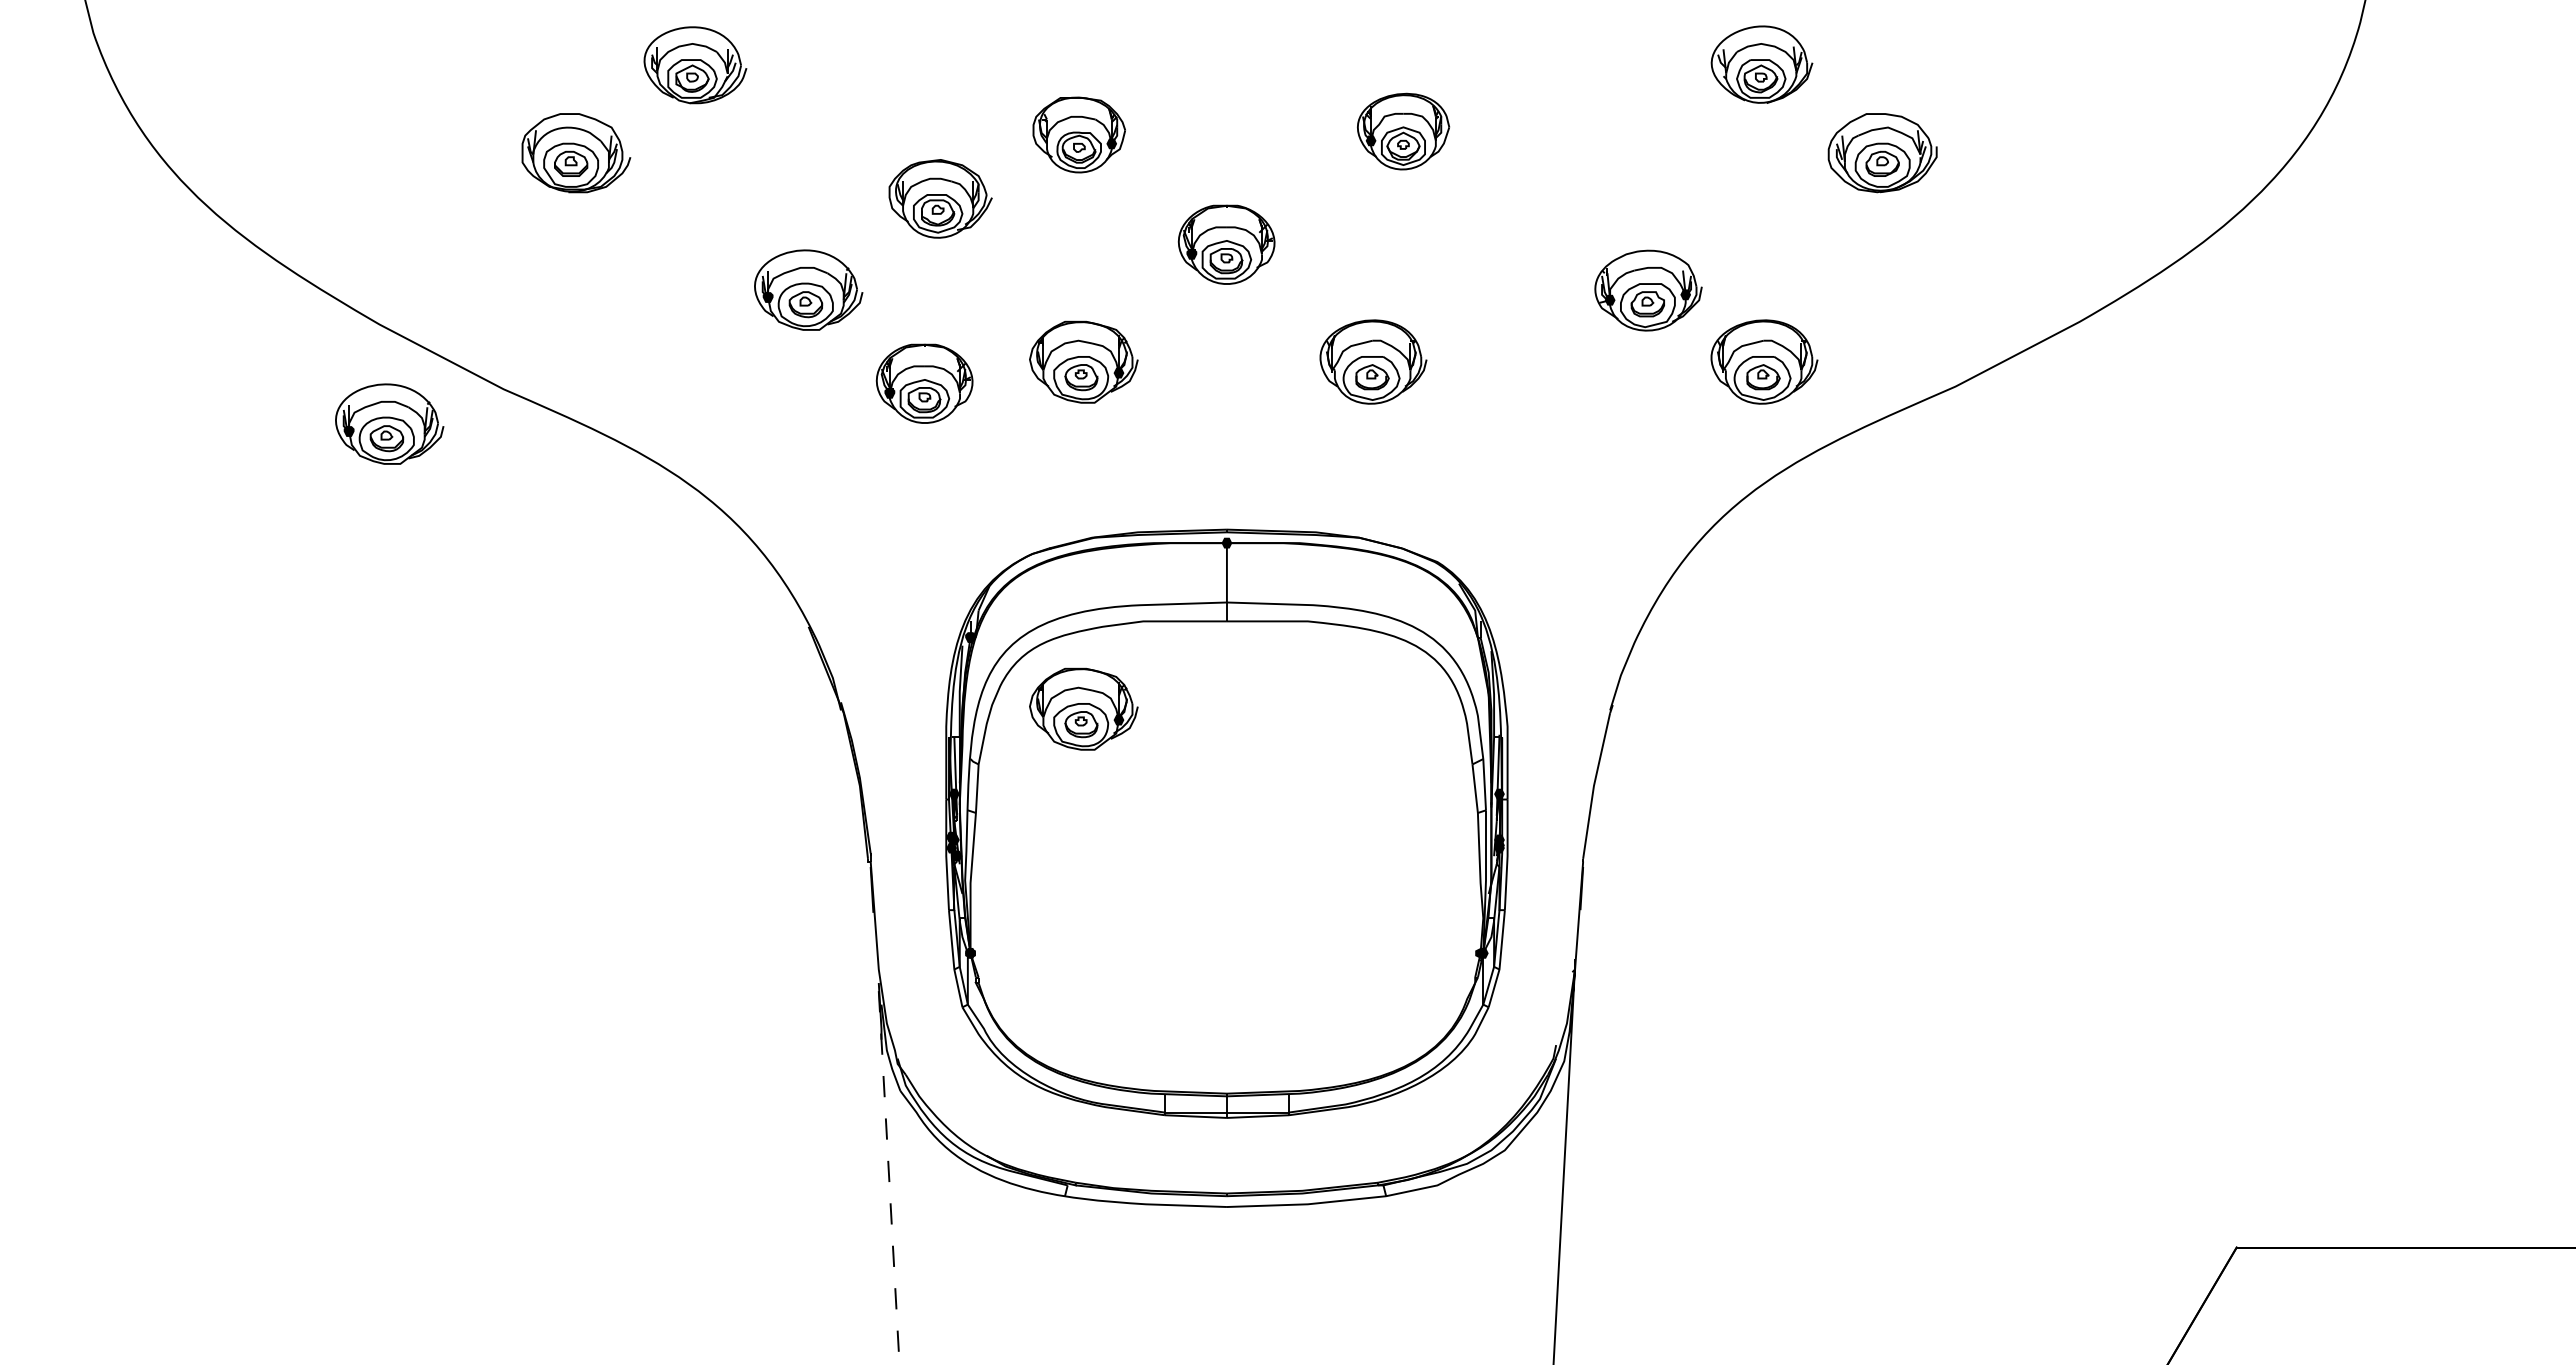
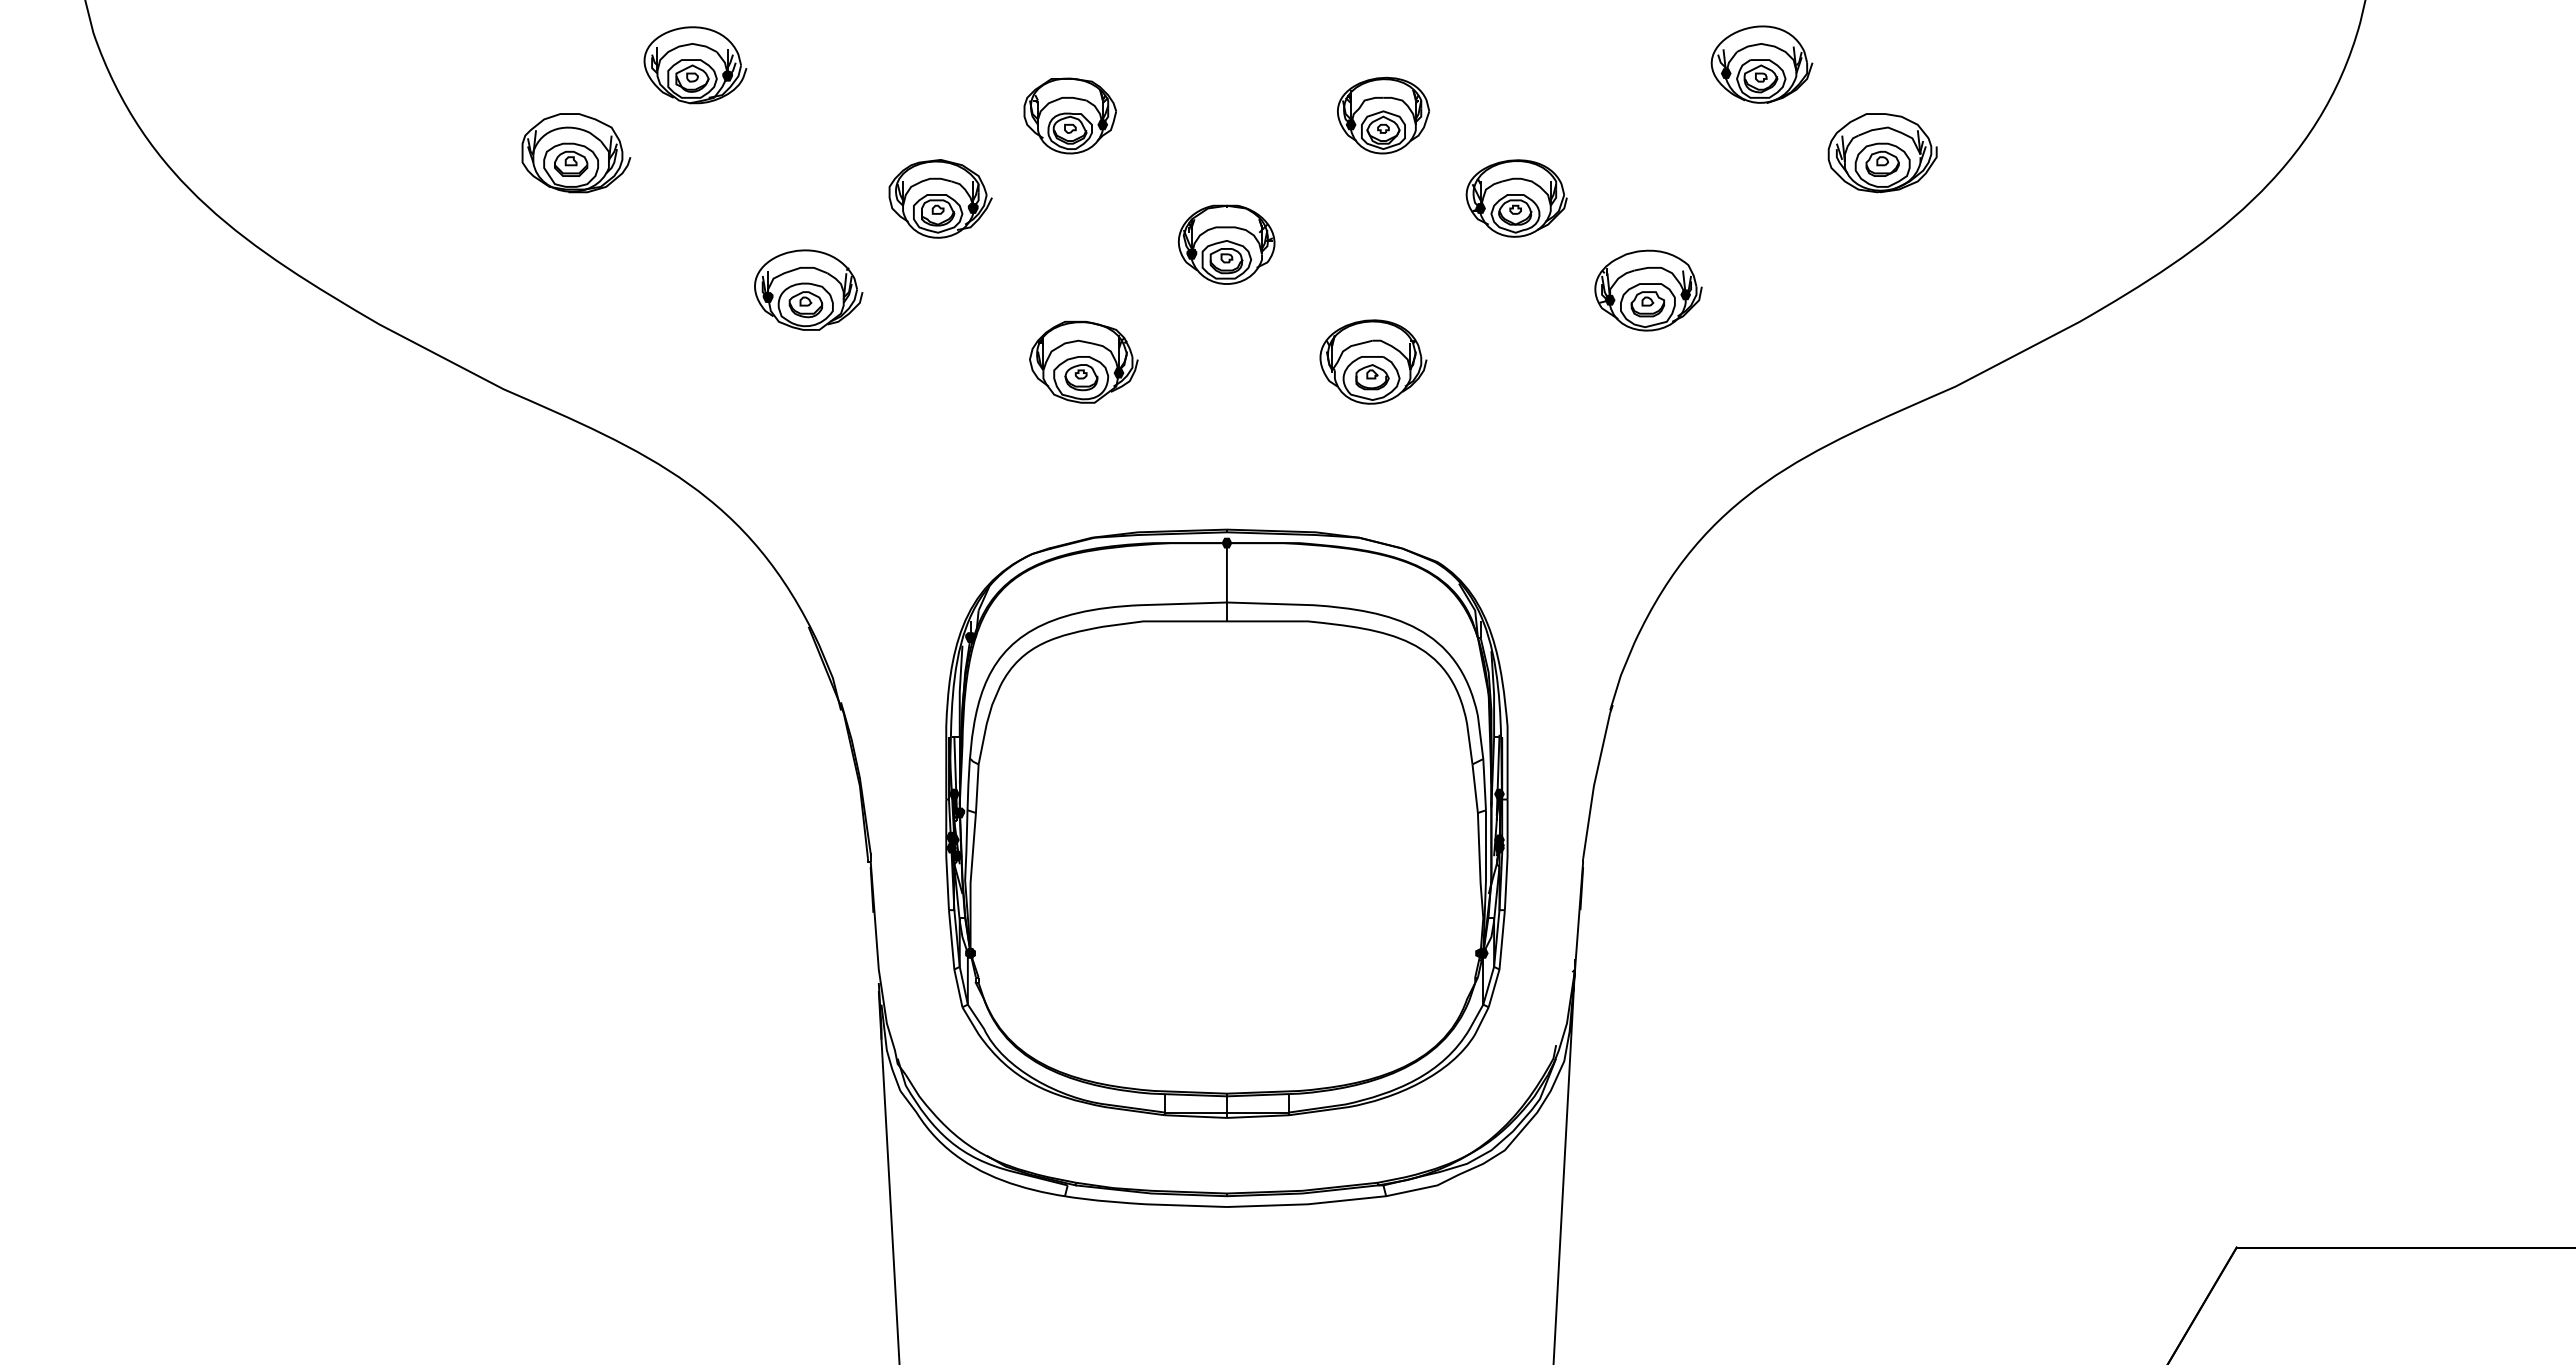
fill at (1725, 73): none -> present
fill at (727, 75): none -> present
part at (1403, 131) position: (1403, 131) -> (1383, 115)
part at (1078, 134) position: (1078, 134) -> (1069, 115)
part at (1516, 198): none -> present
fill at (972, 208): none -> present
part at (1764, 361): present -> none
part at (924, 383): present -> none
part at (389, 423): present -> none
part at (1083, 708): present -> none
fill at (959, 812): none -> present
line at (889, 1177): dashed -> solid
